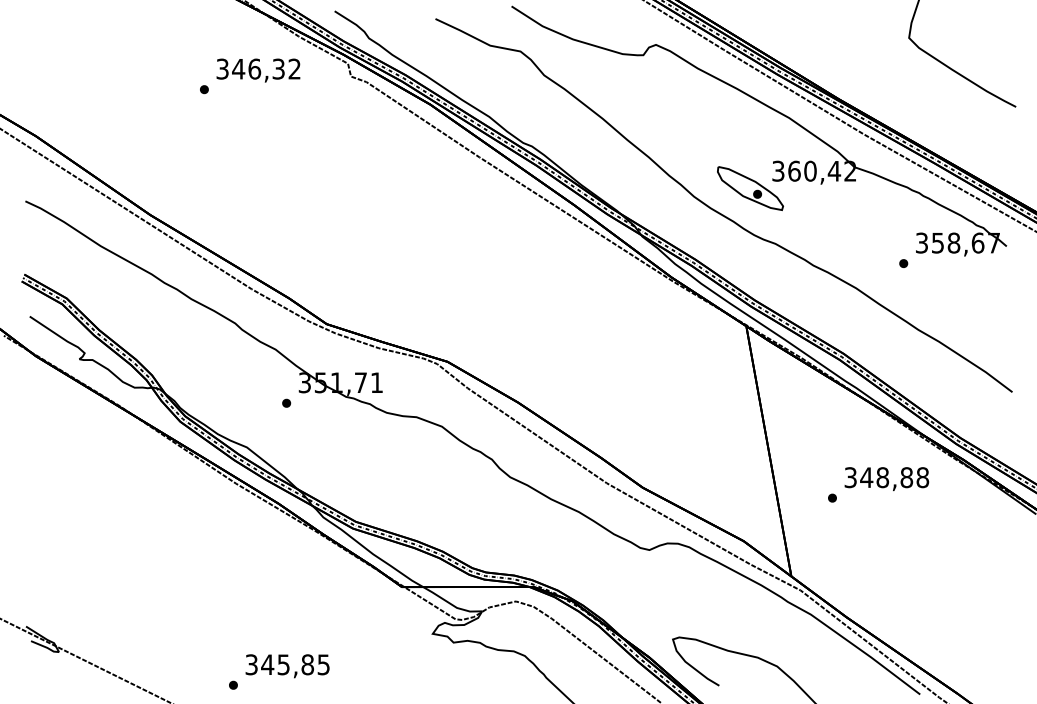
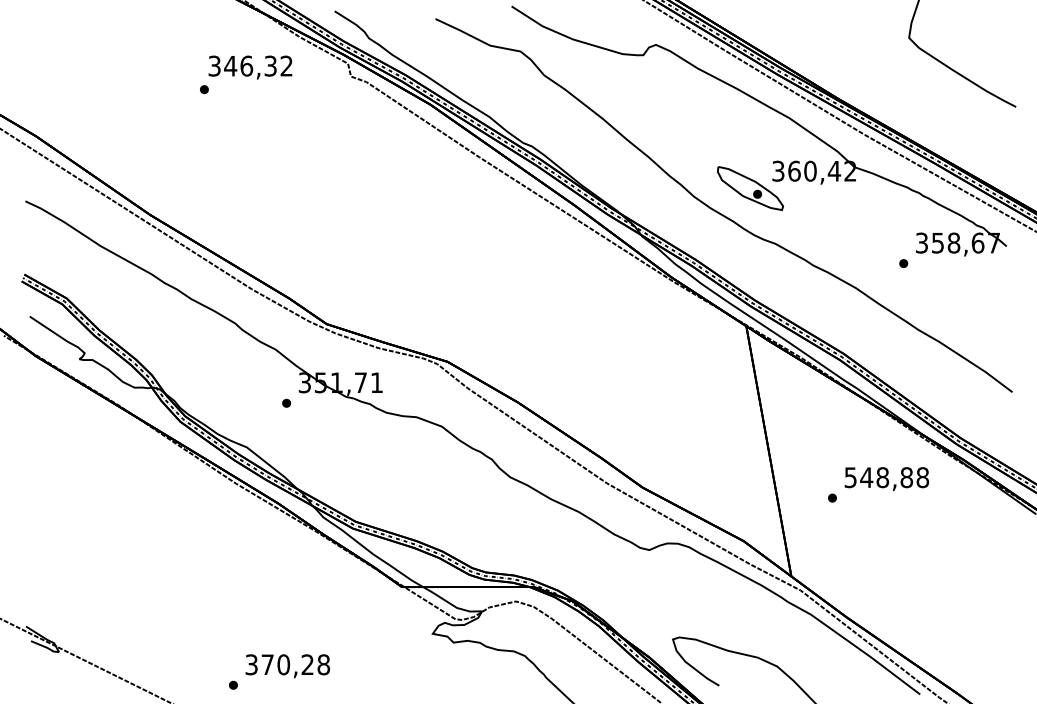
text at (258, 70) position: (258, 70) -> (250, 67)
text at (850, 477): 348,88 -> 548,88
text at (295, 664): 345,85 -> 370,28
